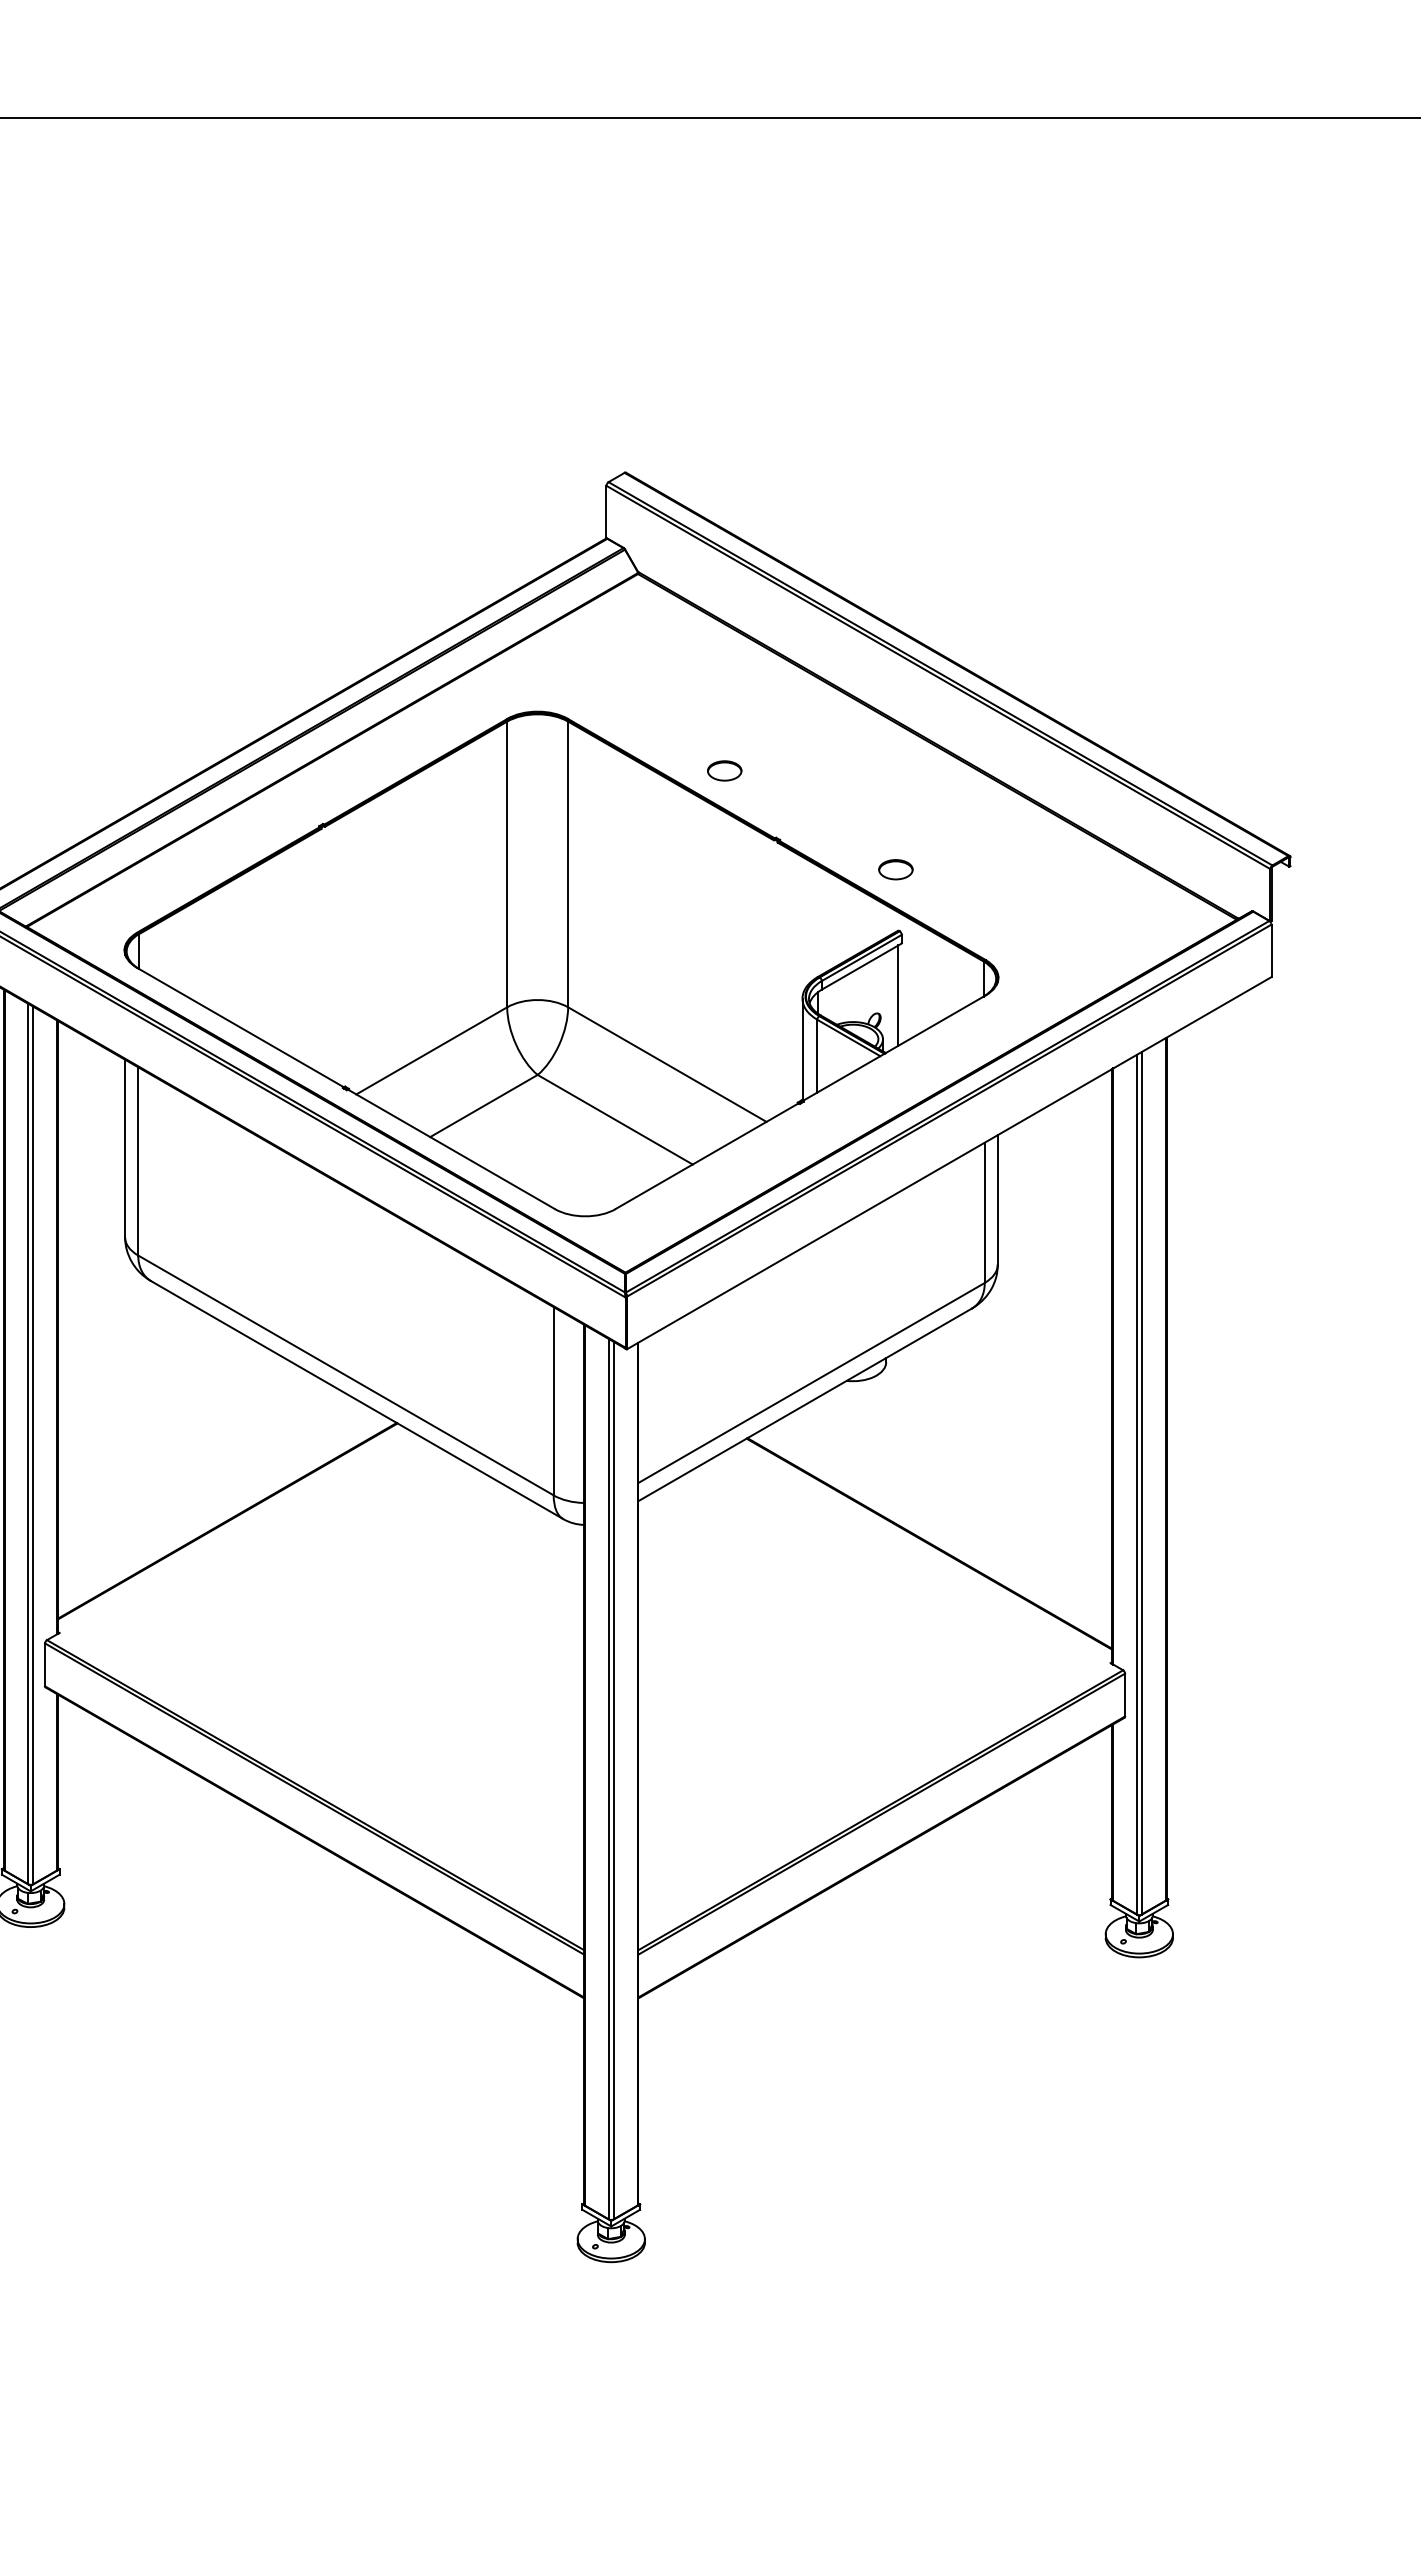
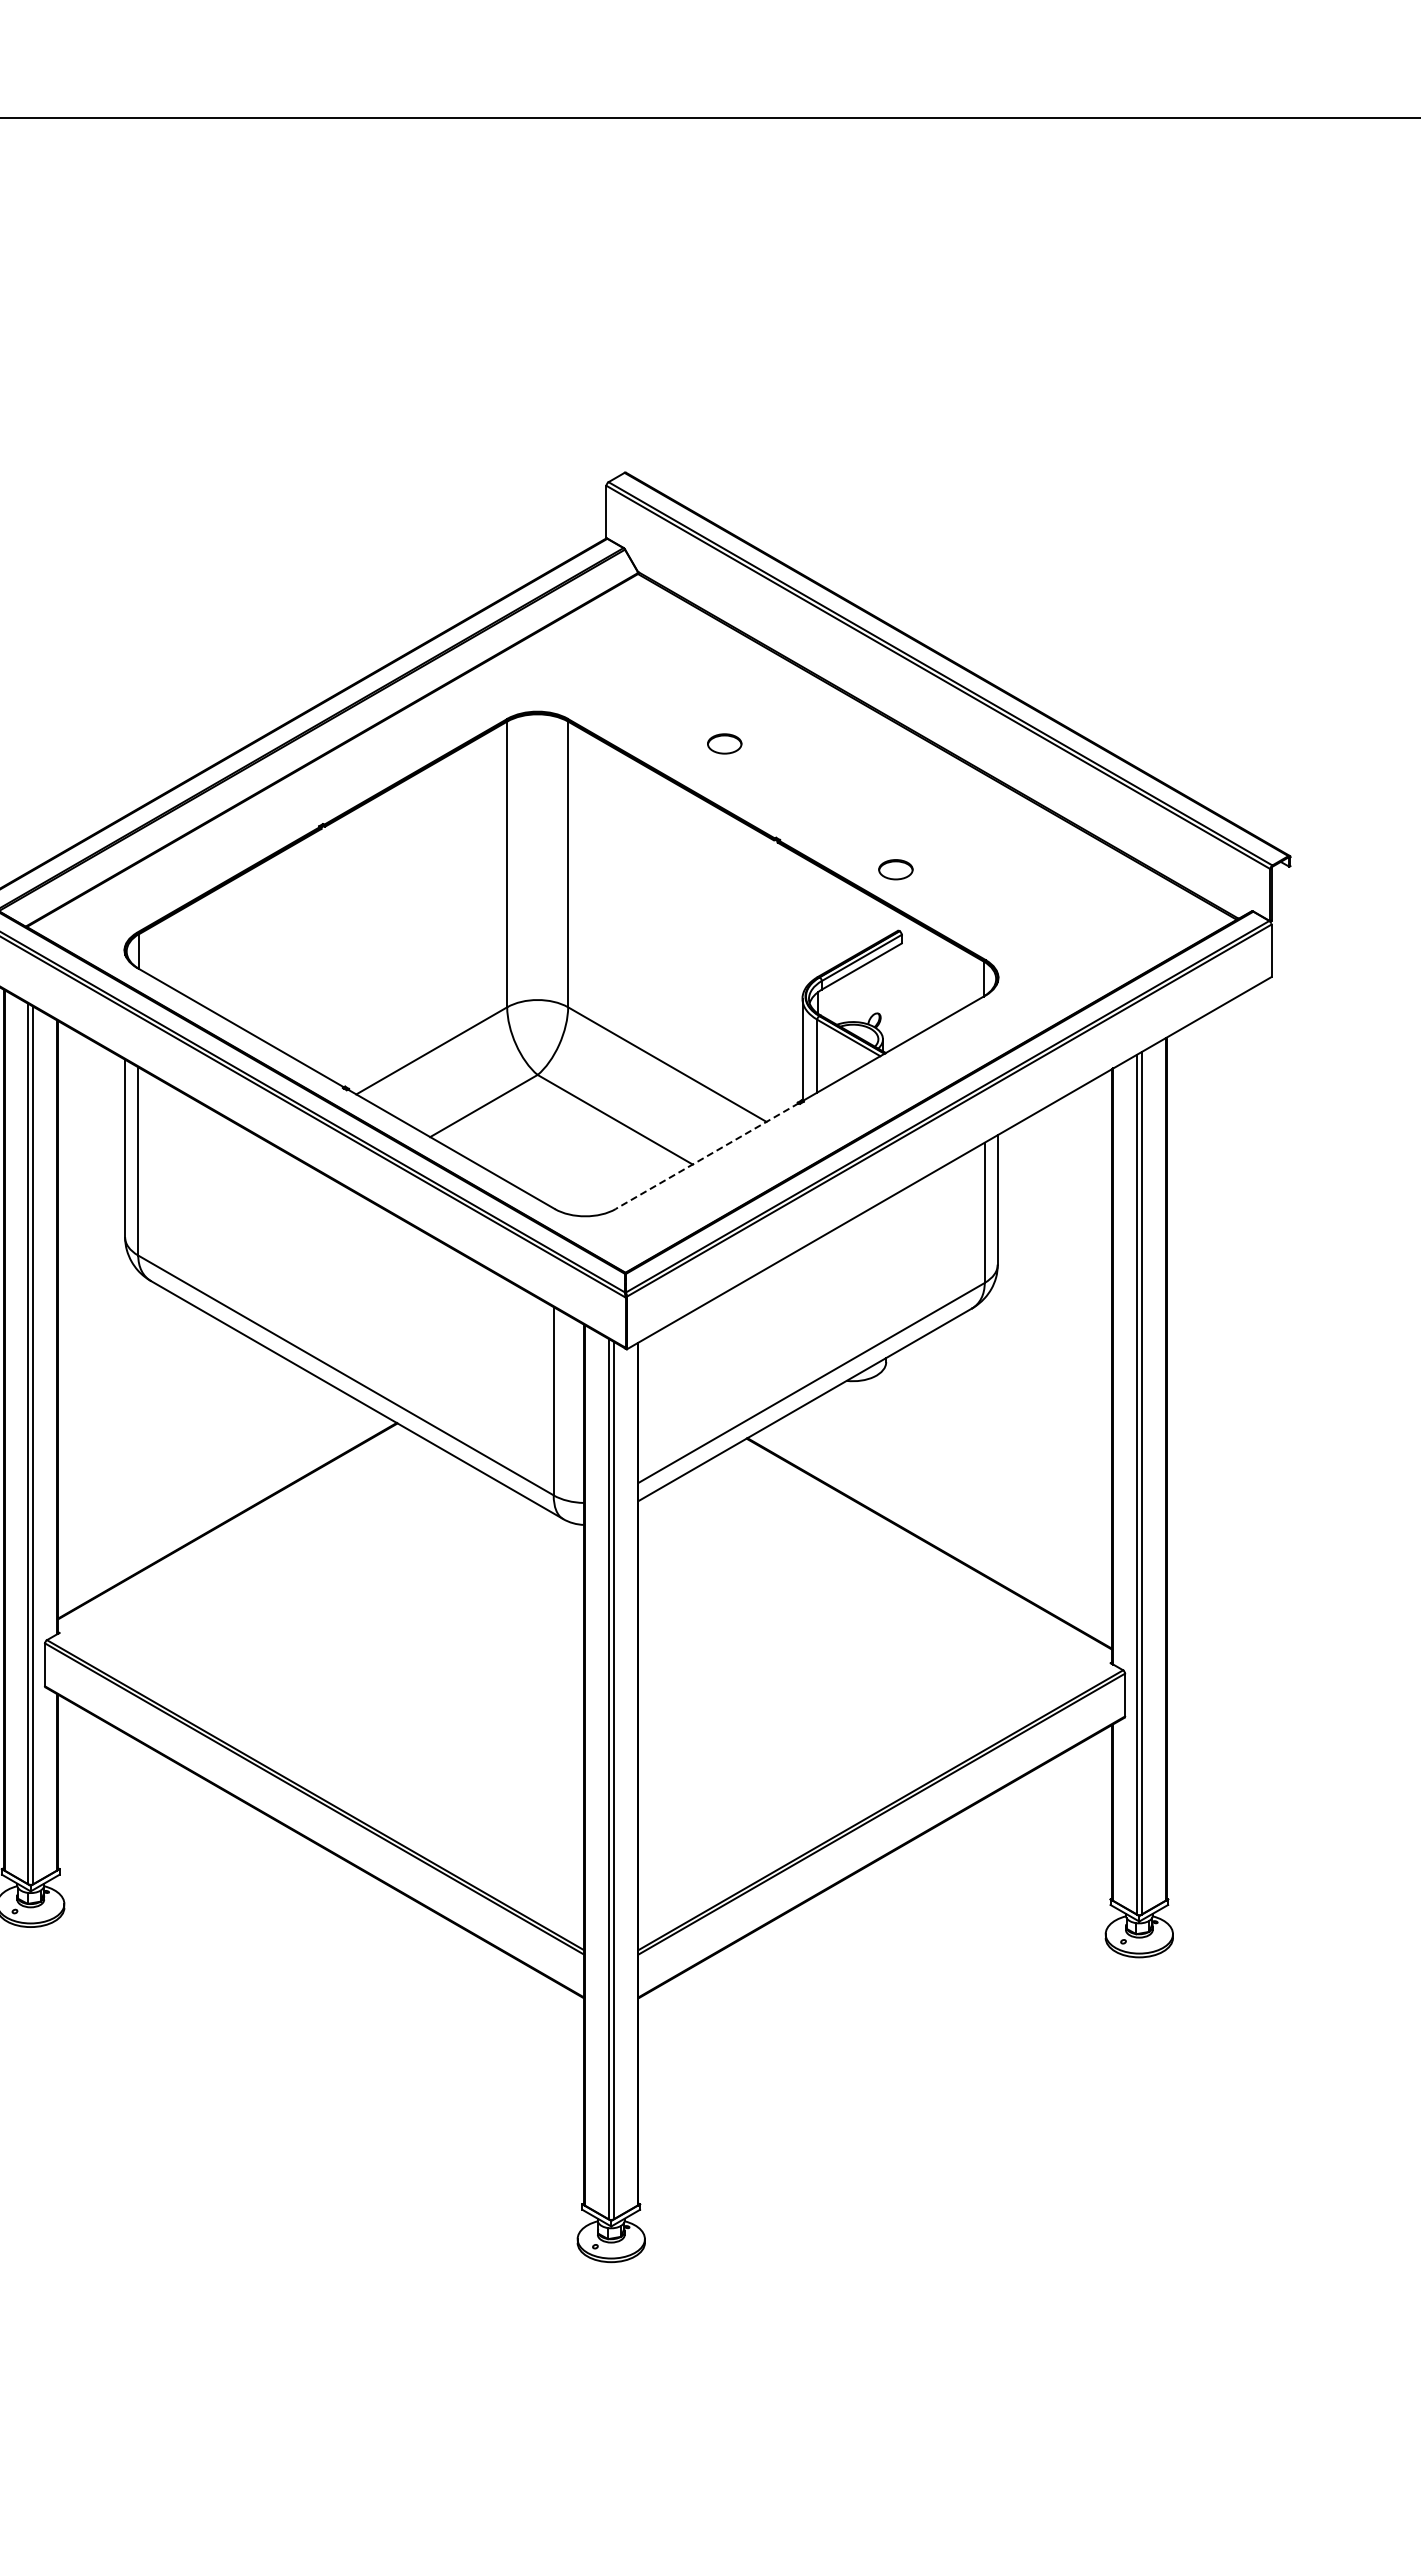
part at (724, 770) position: (724, 770) -> (724, 743)
line at (898, 995): present -> none
line at (707, 1156): solid -> dashed
